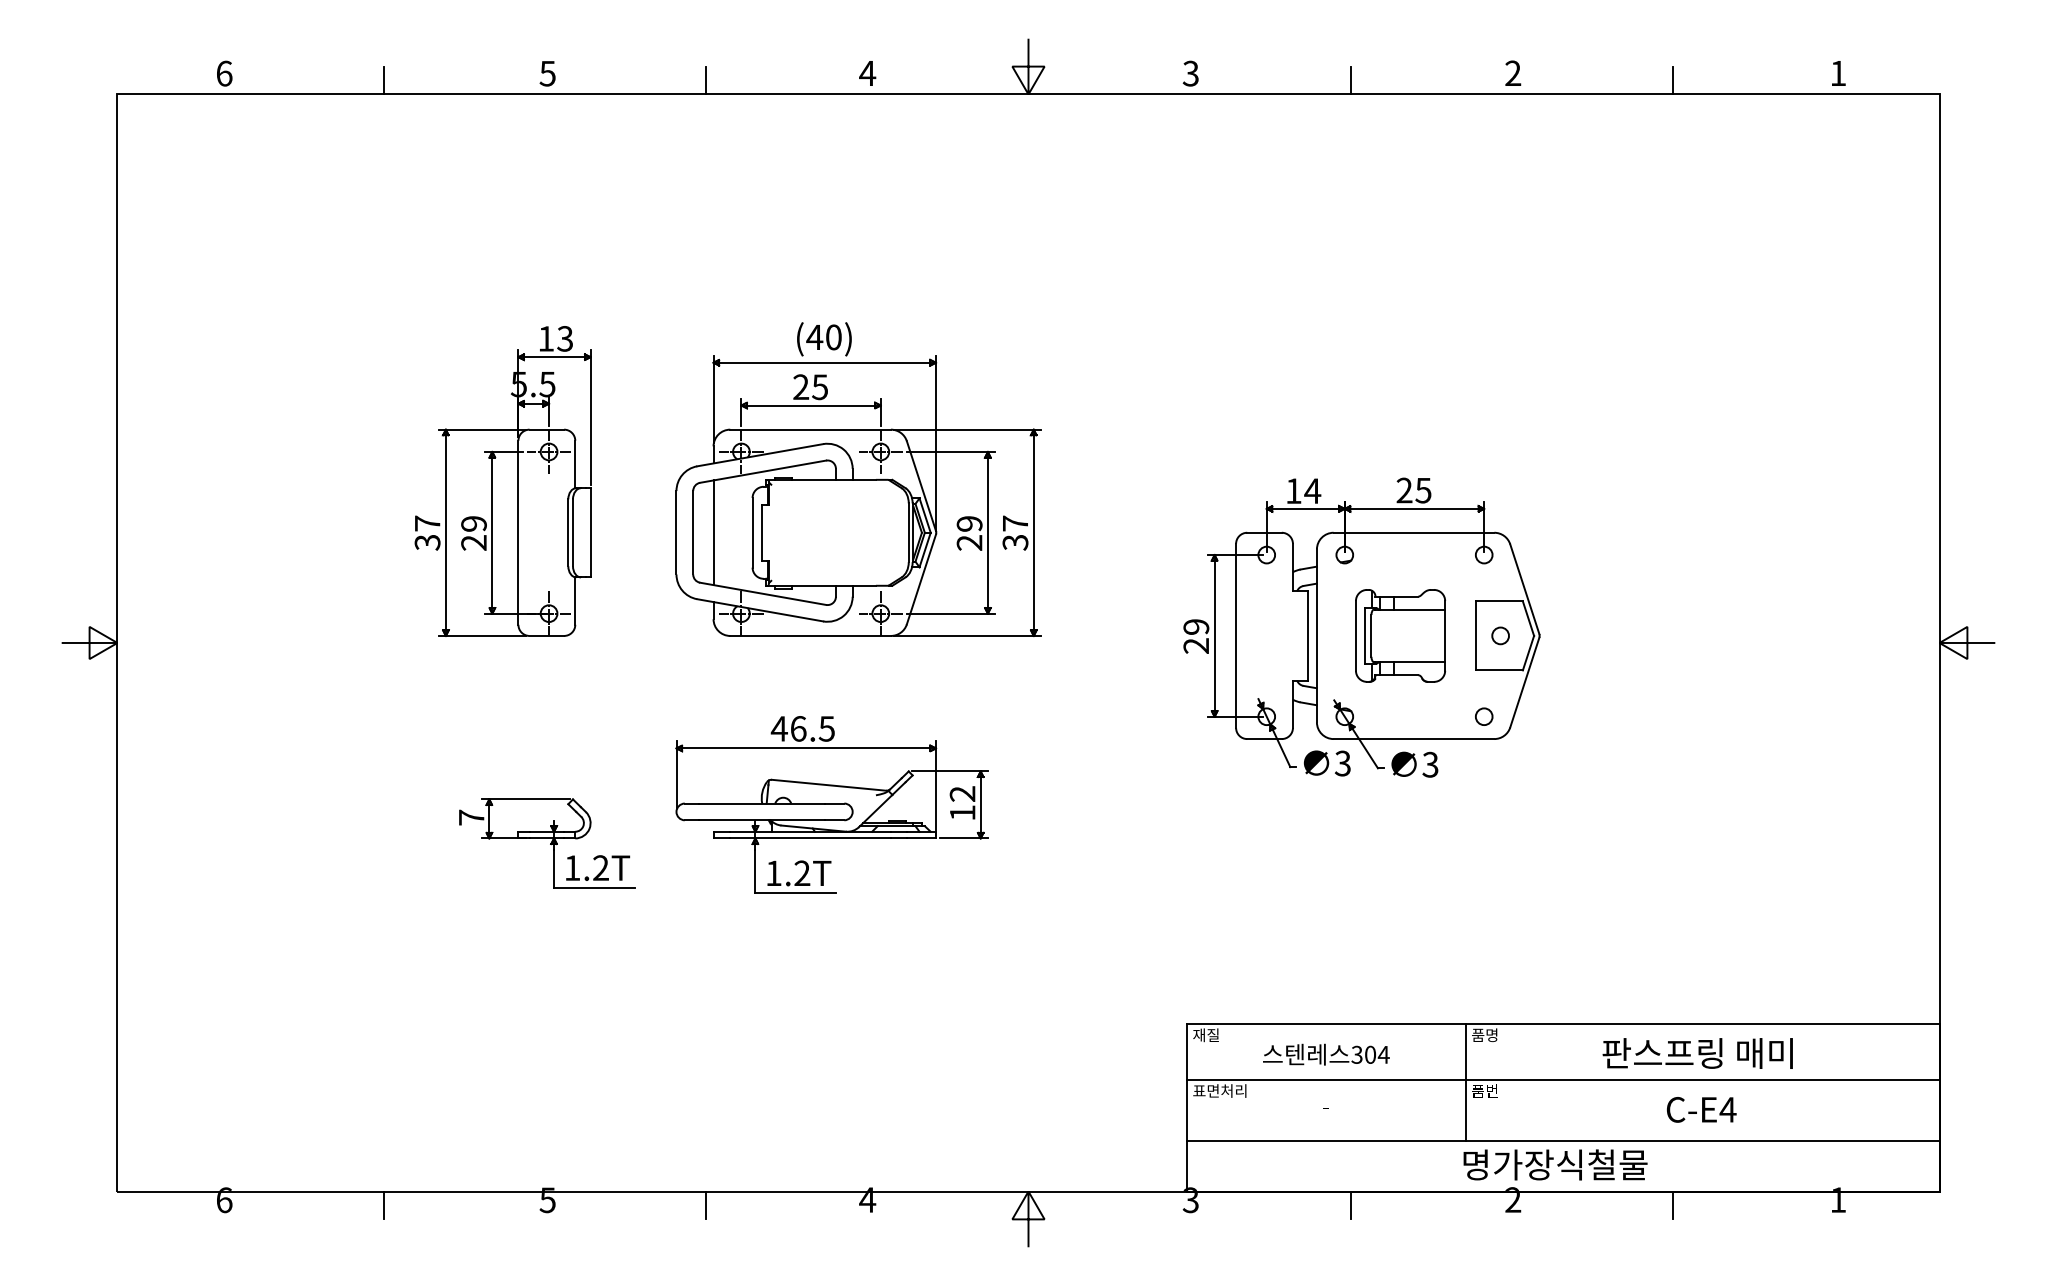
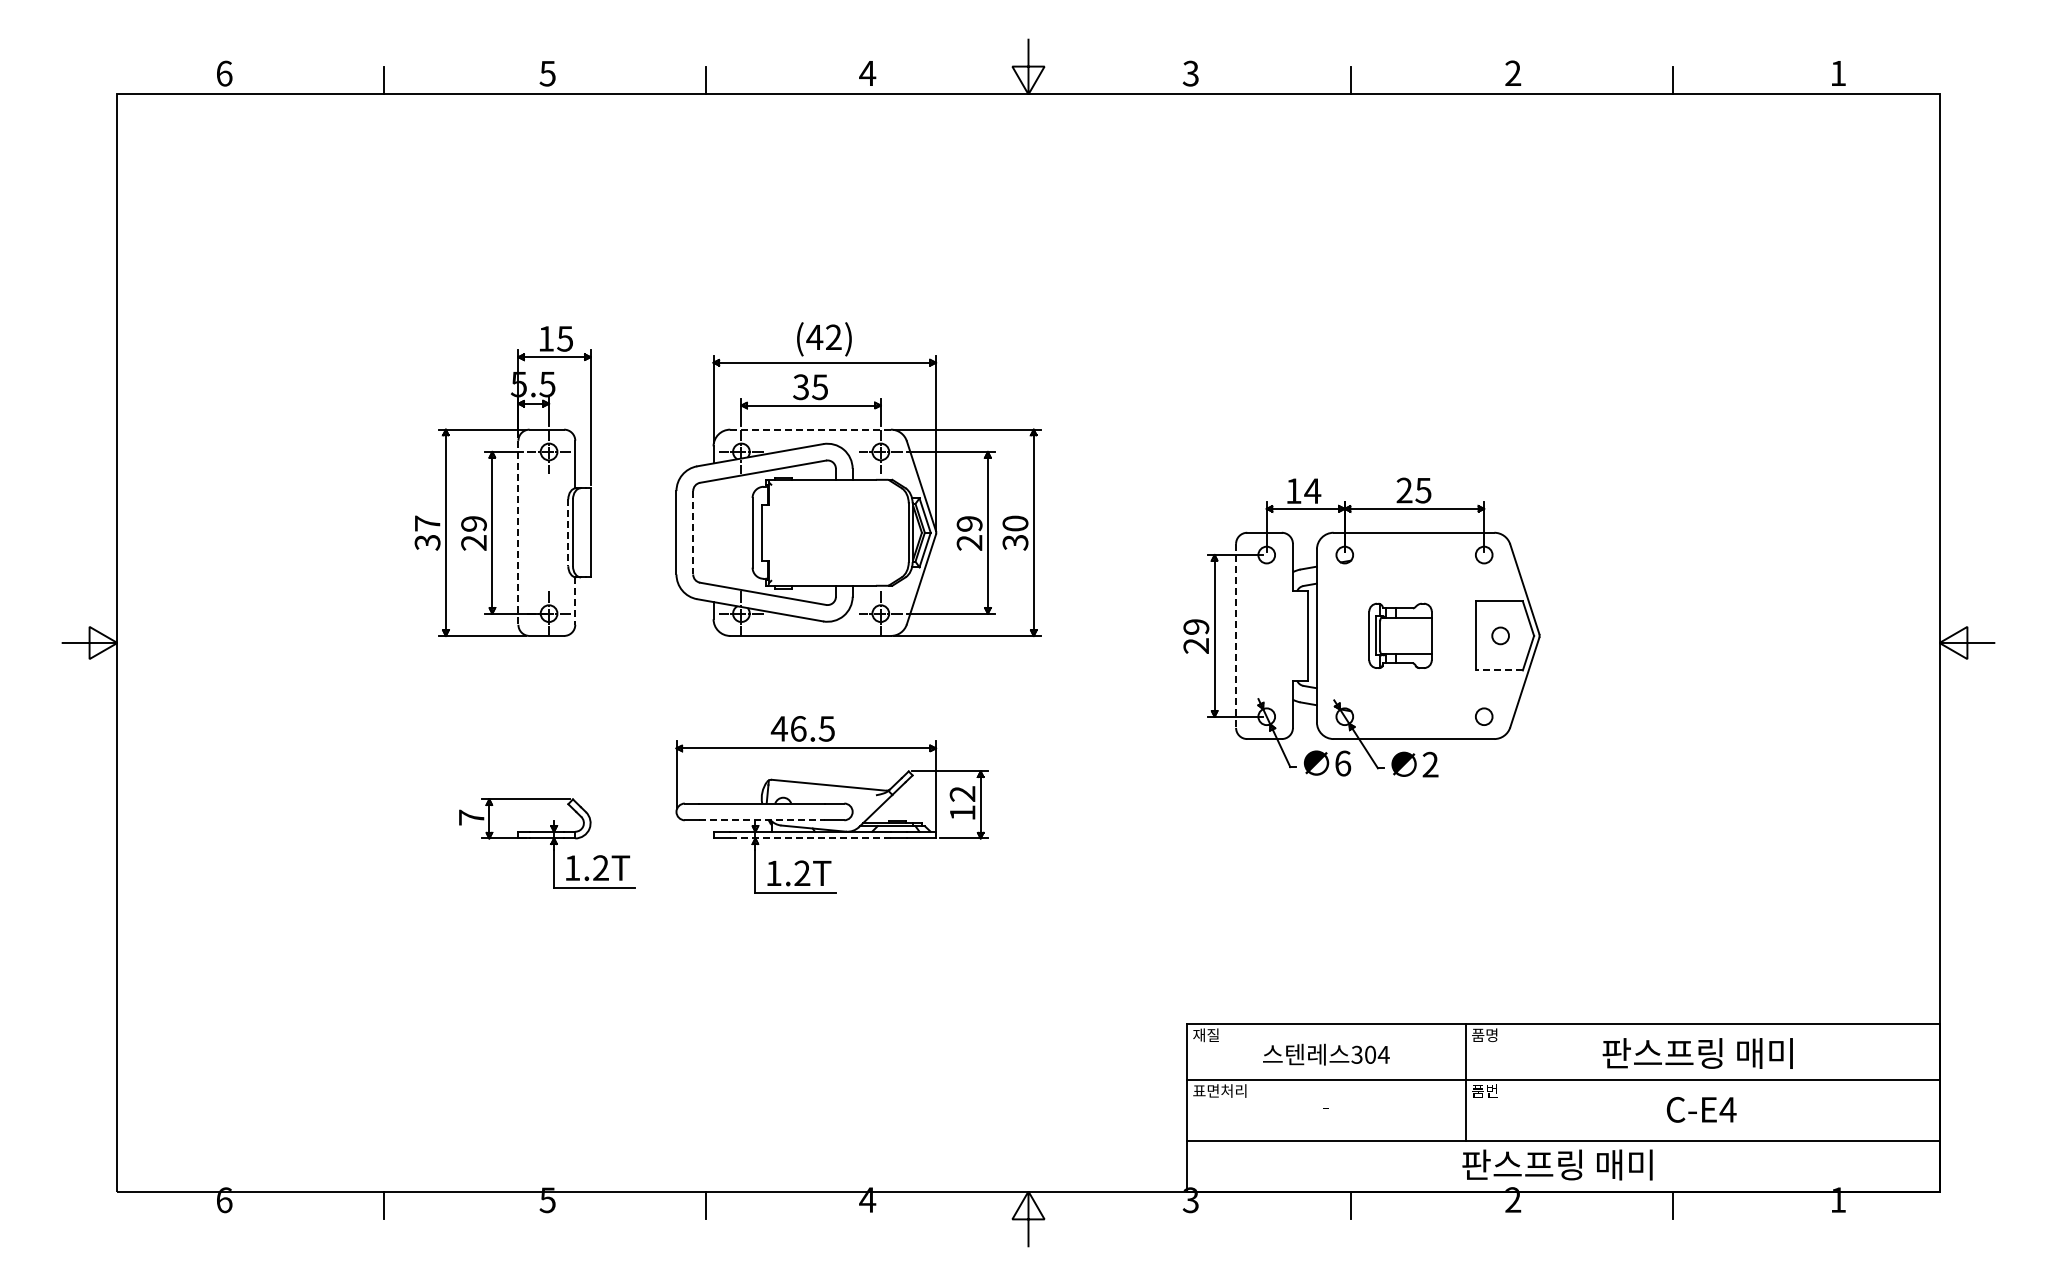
text at (833, 337): (40) -> (42)
text at (565, 338): 13 -> 15
text at (801, 387): 25 -> 35
line at (810, 429): solid -> dashed
text at (1015, 523): 37 -> 30
line at (518, 532): solid -> dashed
line at (693, 532): solid -> dashed
line at (713, 532): present -> none
line at (568, 533): solid -> dashed
line at (575, 601): solid -> dashed
line at (1236, 635): solid -> dashed
part at (1400, 635) size: 91x94 px -> 65x67 px
line at (1499, 670): solid -> dashed
text at (1342, 763): 3 -> 6
text at (1430, 764): 3 -> 2
line at (762, 820): solid -> dashed
line at (810, 838): solid -> dashed
text at (1557, 1164): 명가장식철물 -> 판스프링 매미
